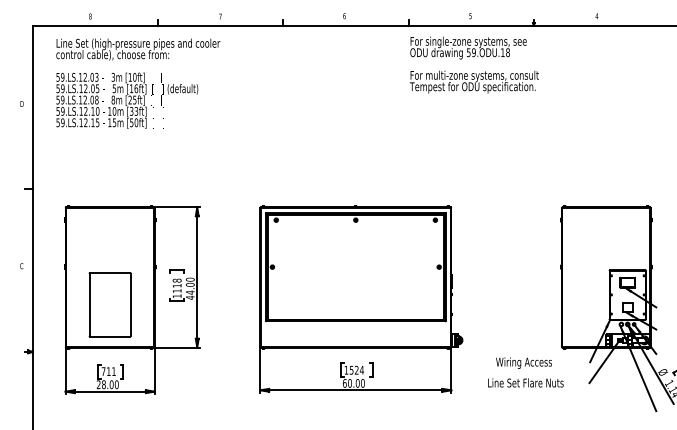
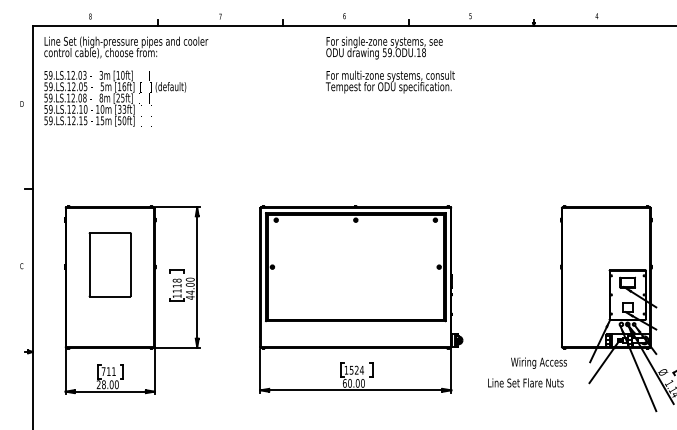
text at (473, 64) position: (473, 64) -> (389, 64)
text at (138, 83) position: (138, 83) -> (126, 81)
part at (109, 304) position: (109, 304) -> (109, 264)
text at (523, 362) position: (523, 362) -> (538, 362)
